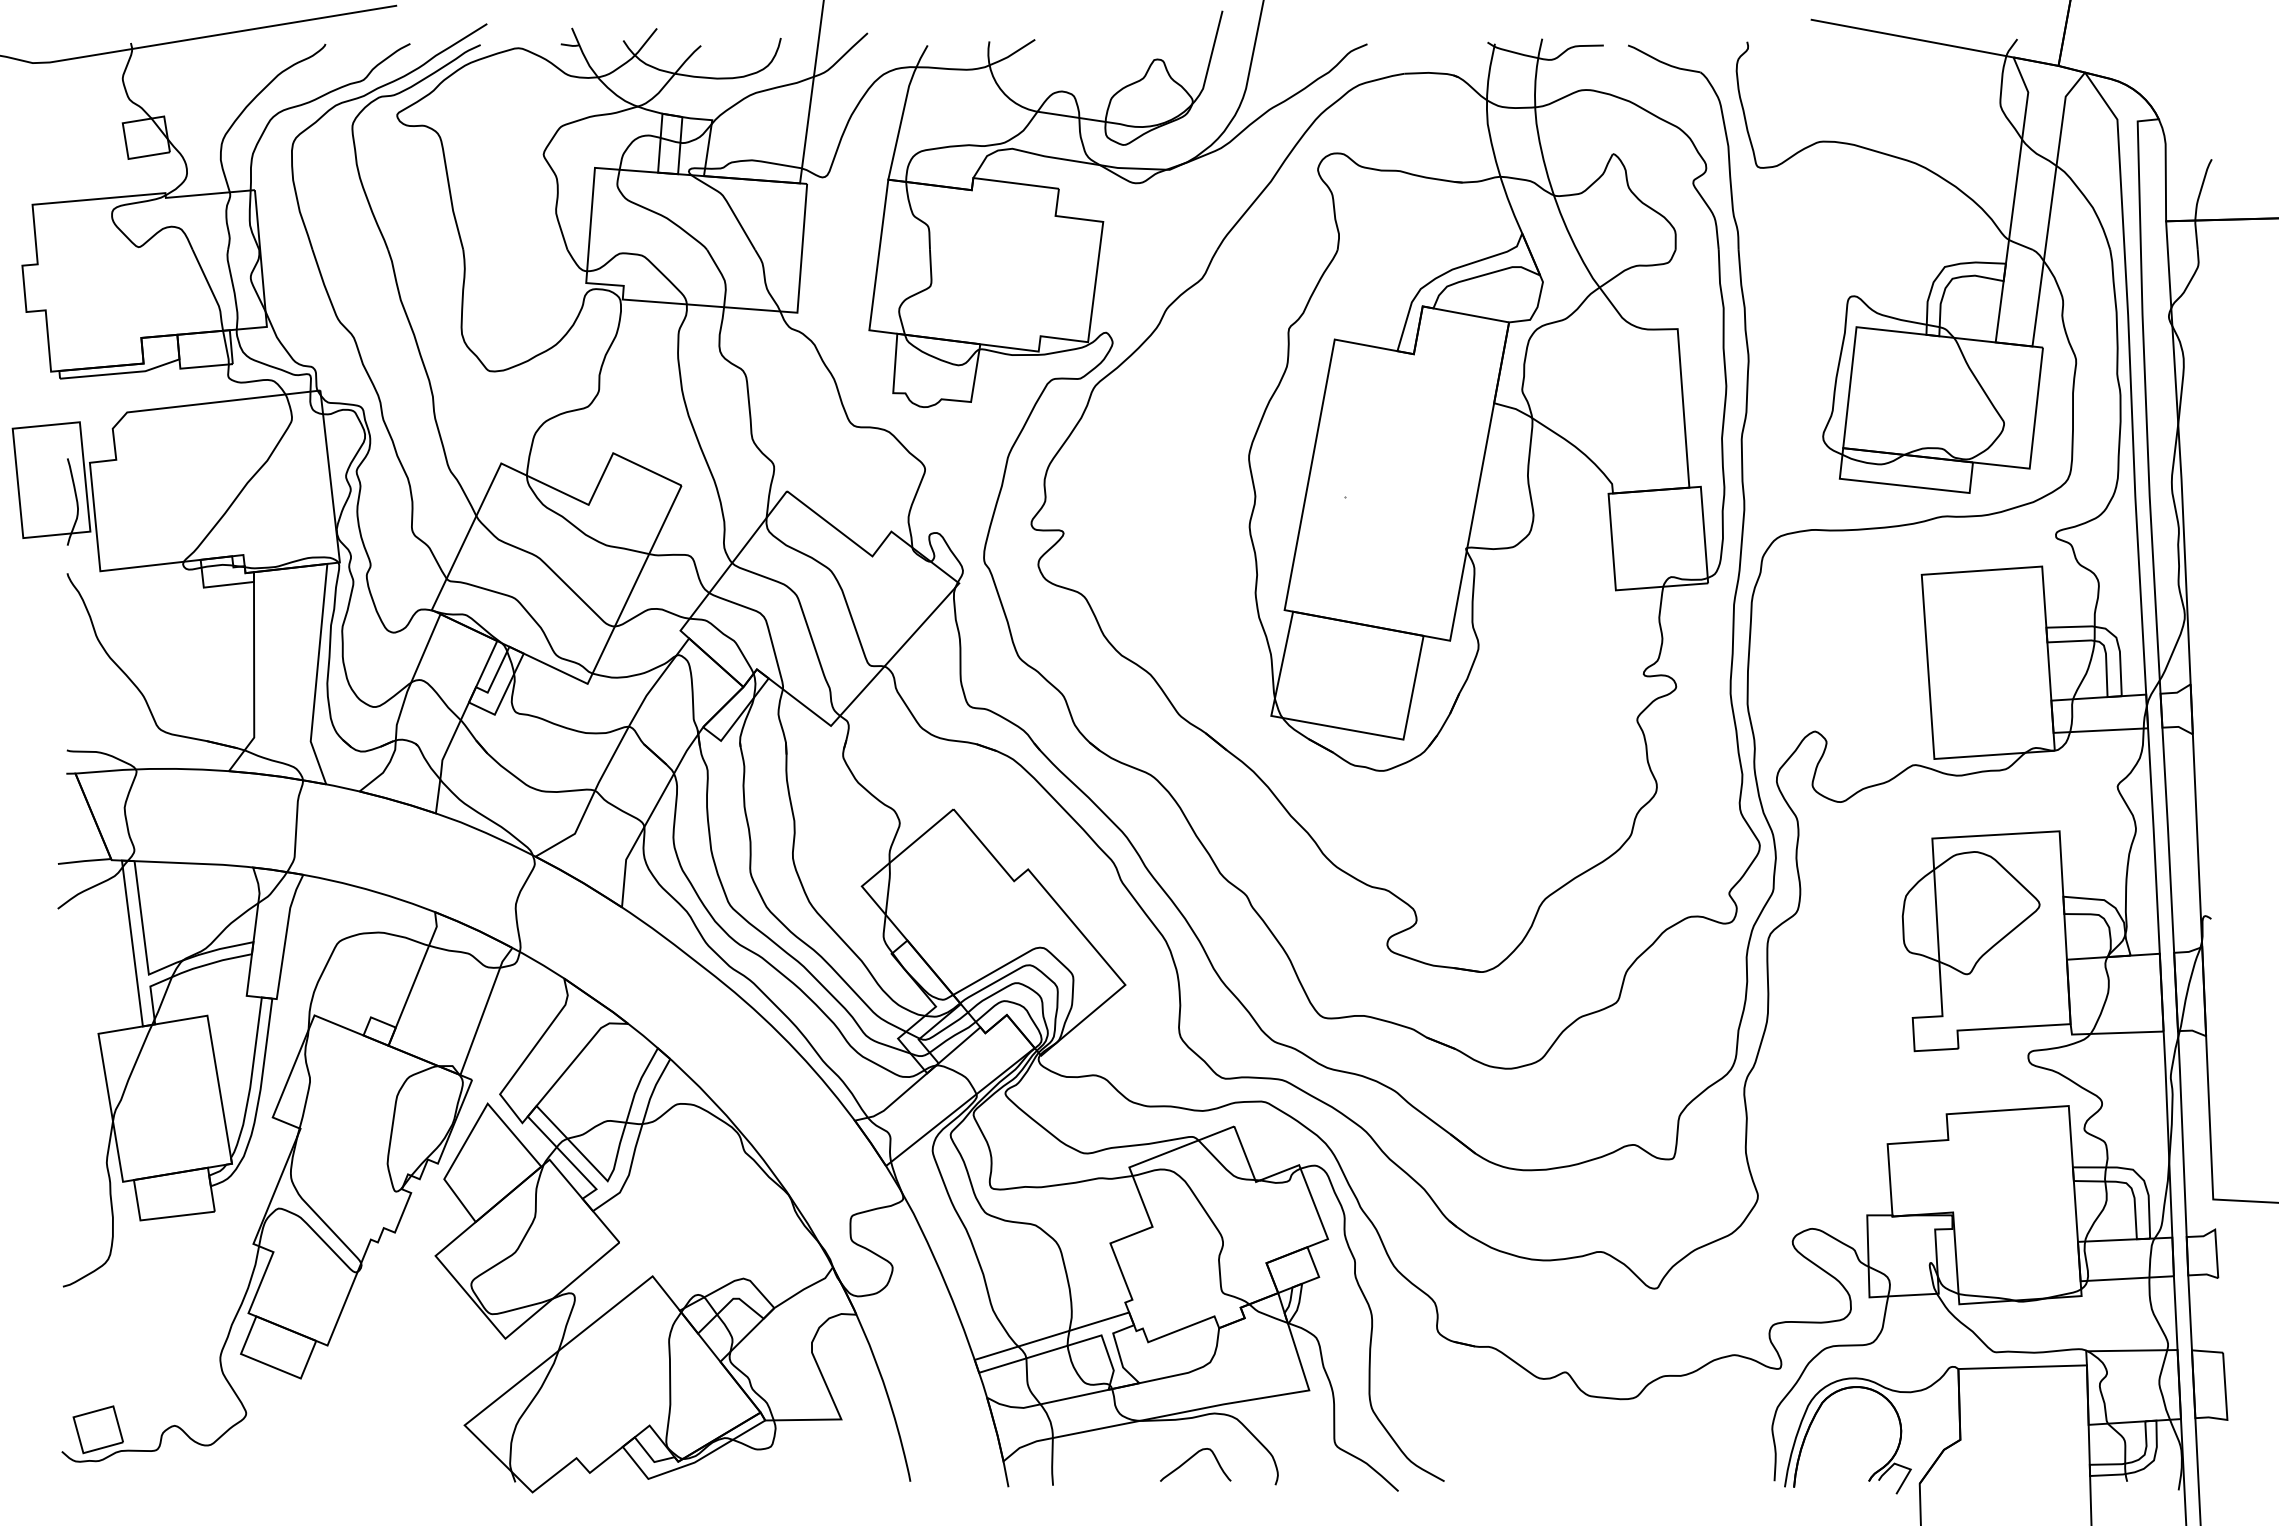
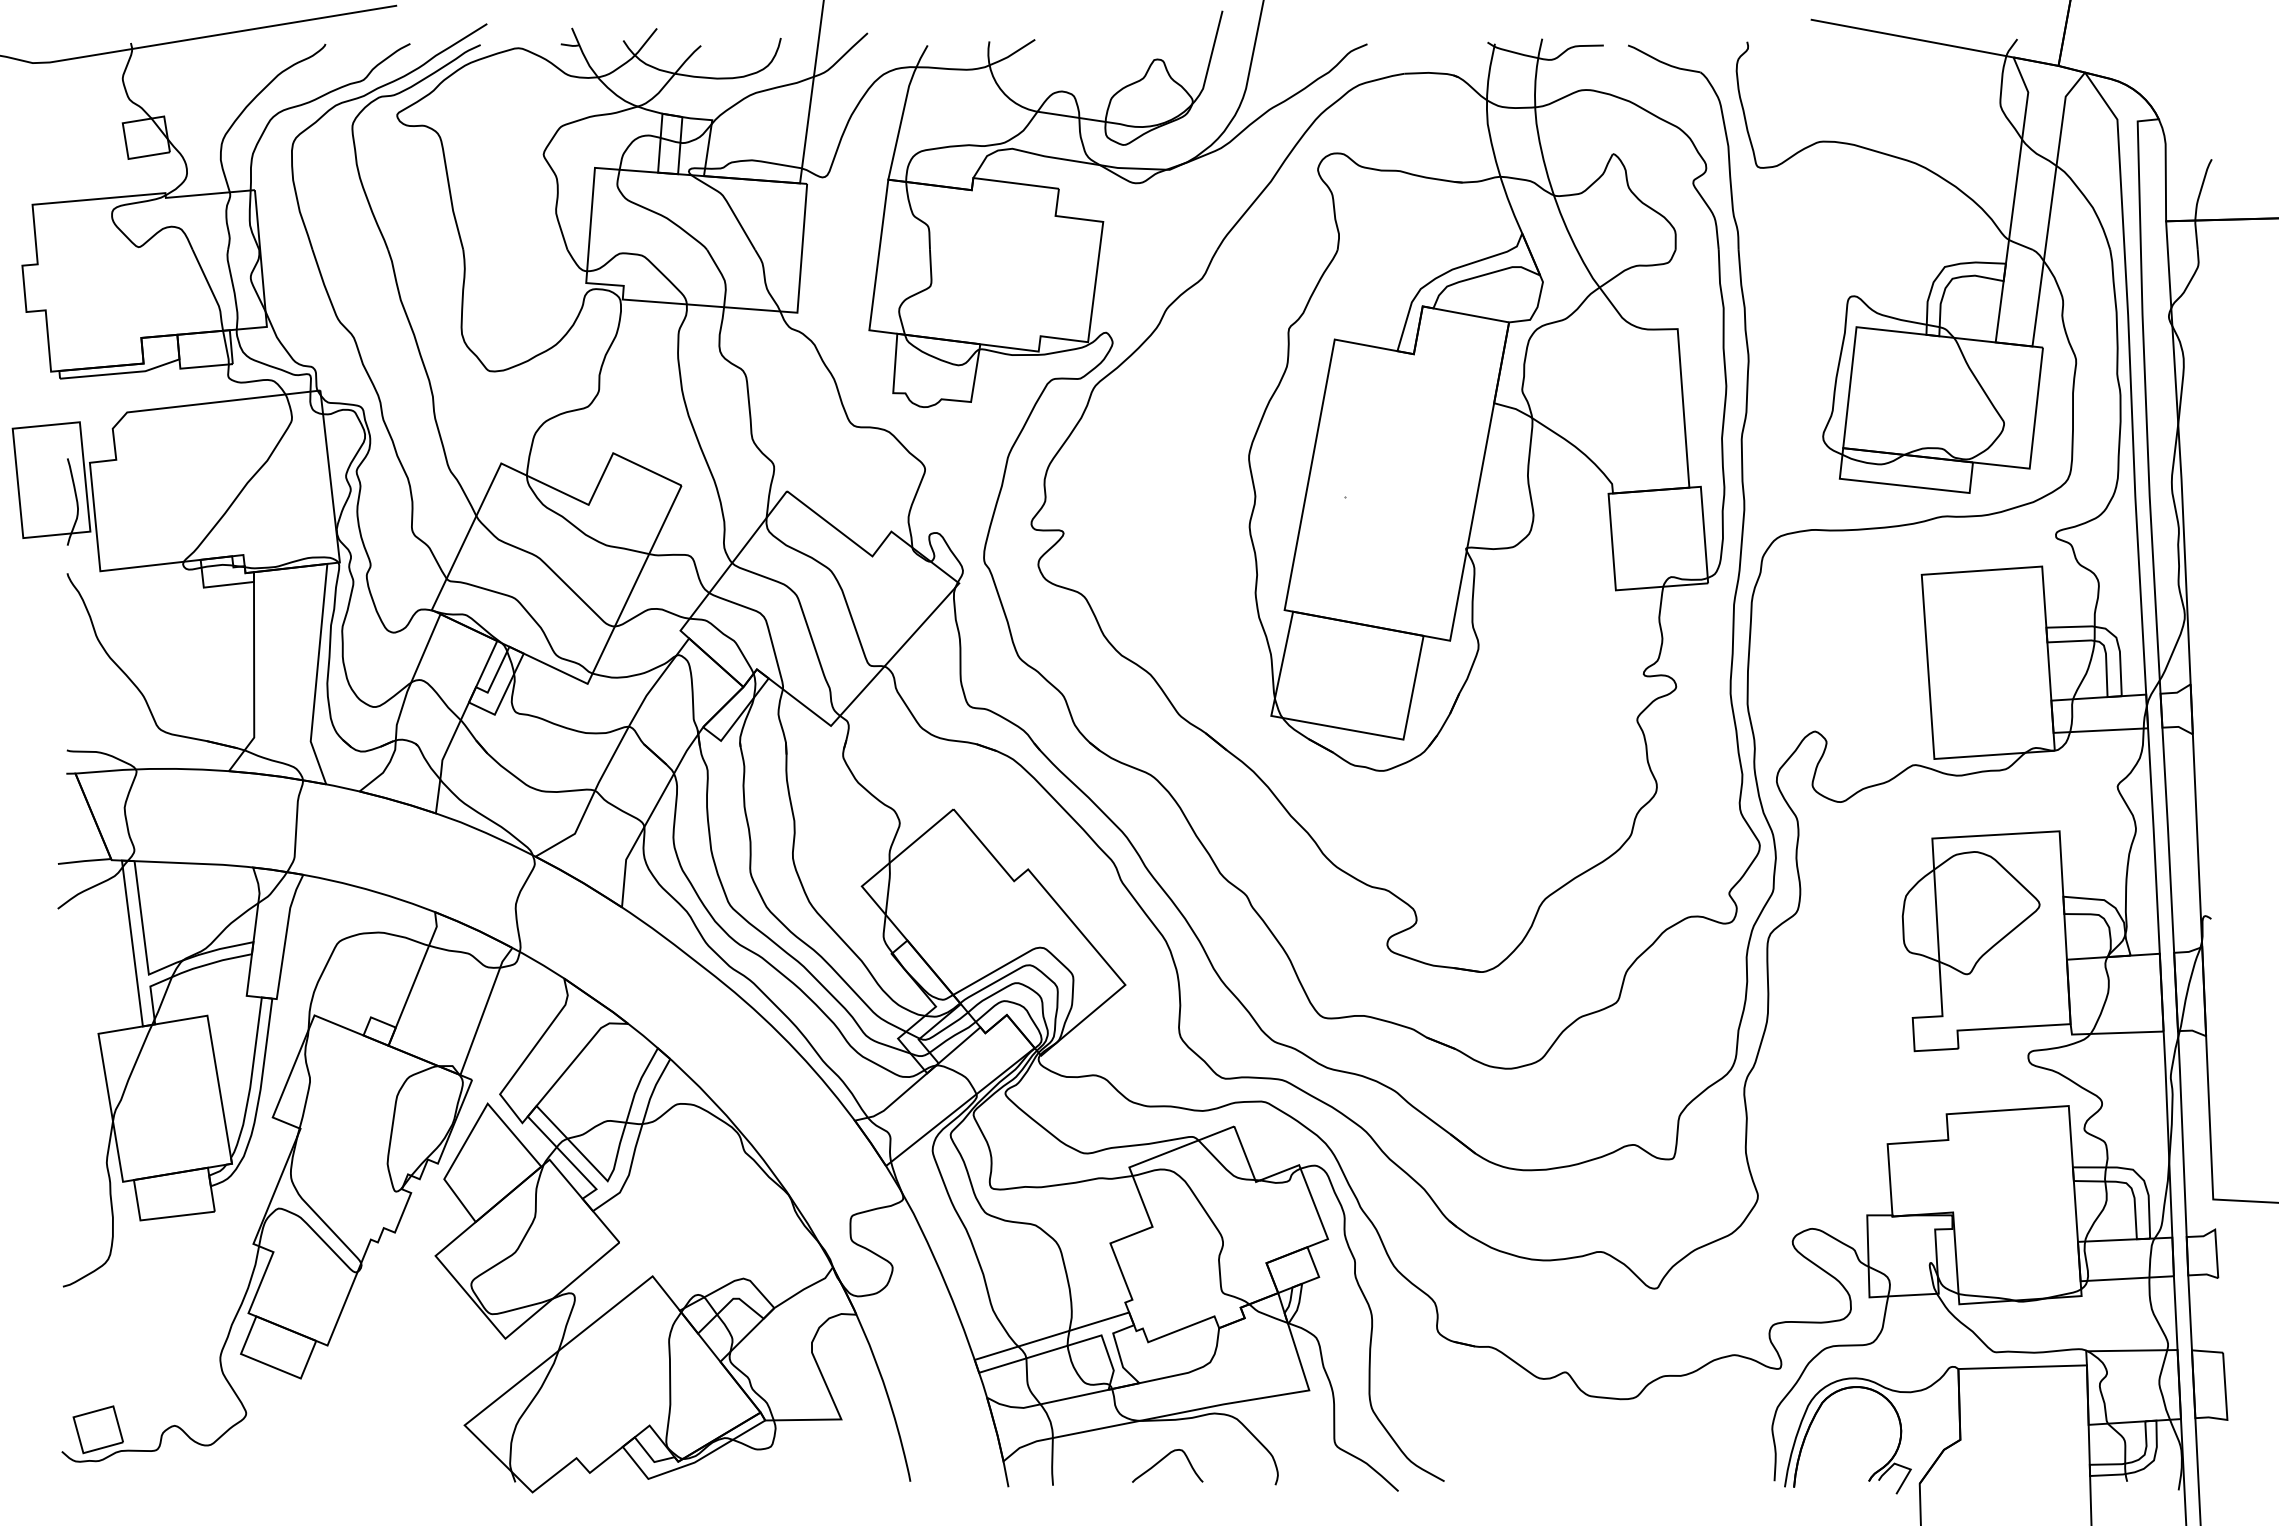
curve at (1190, 1459) position: (1190, 1459) -> (1162, 1460)
